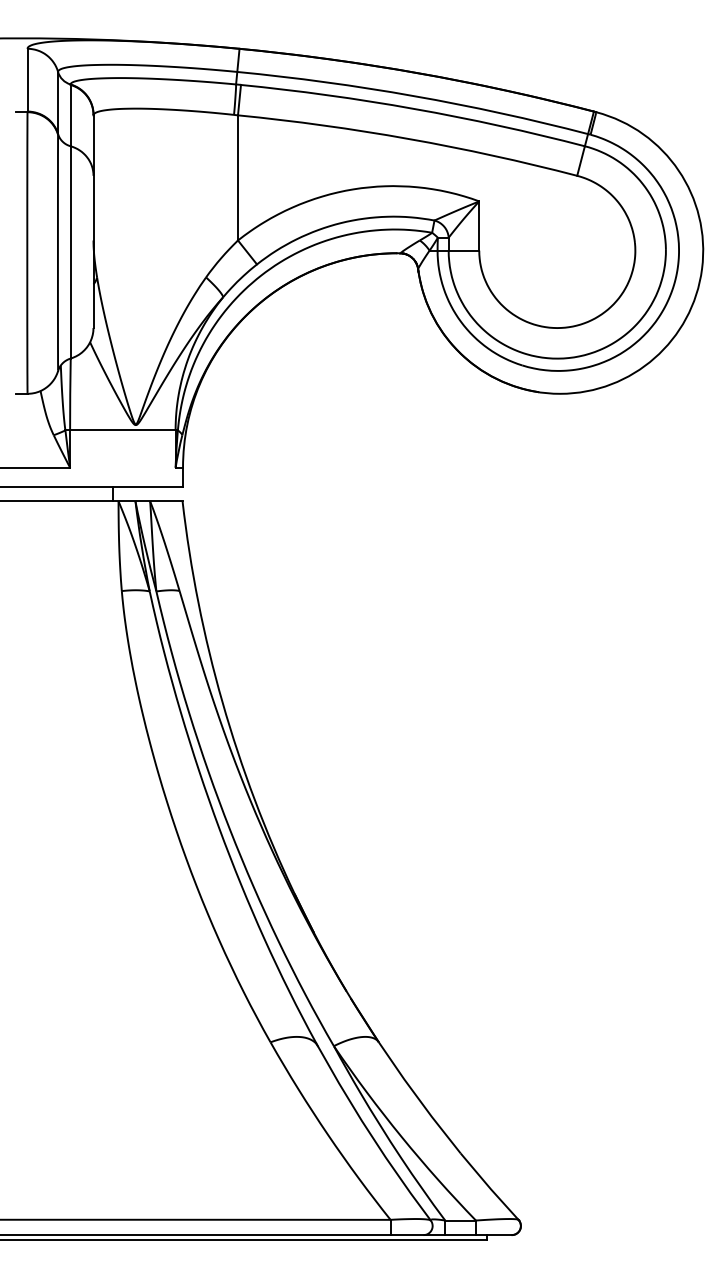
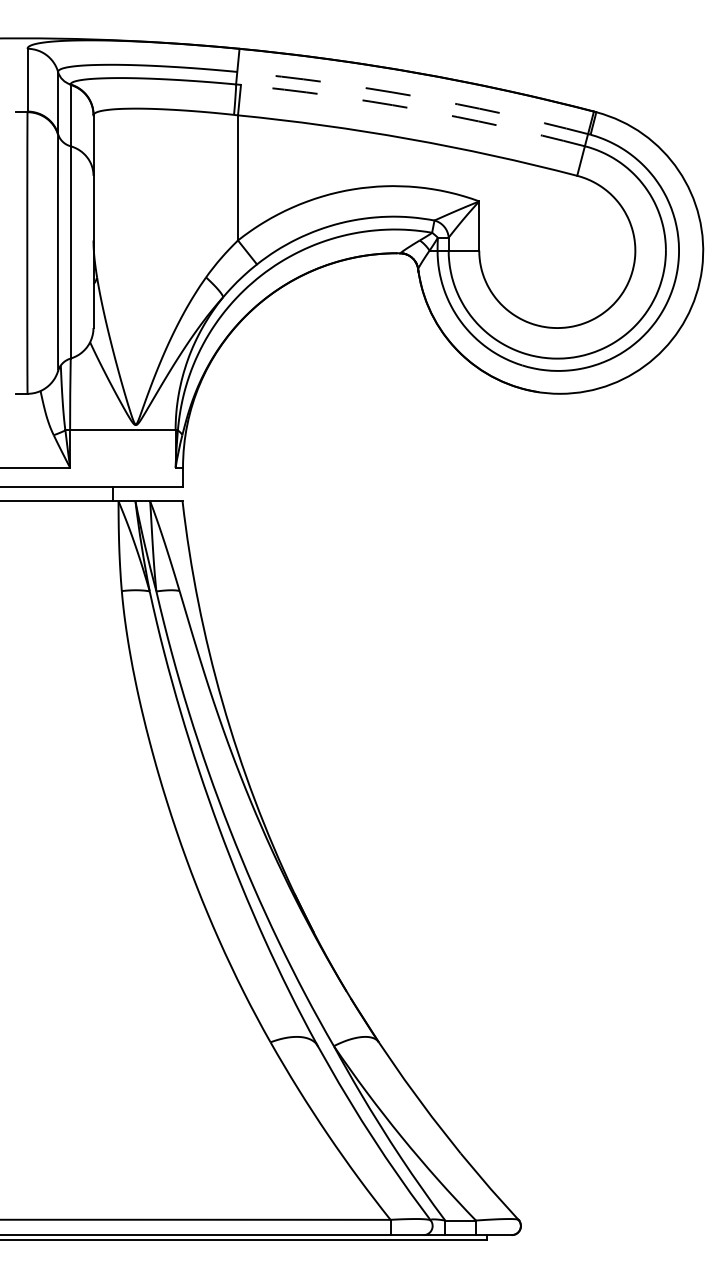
arc at (413, 96): solid -> dashed
arc at (414, 108): solid -> dashed
